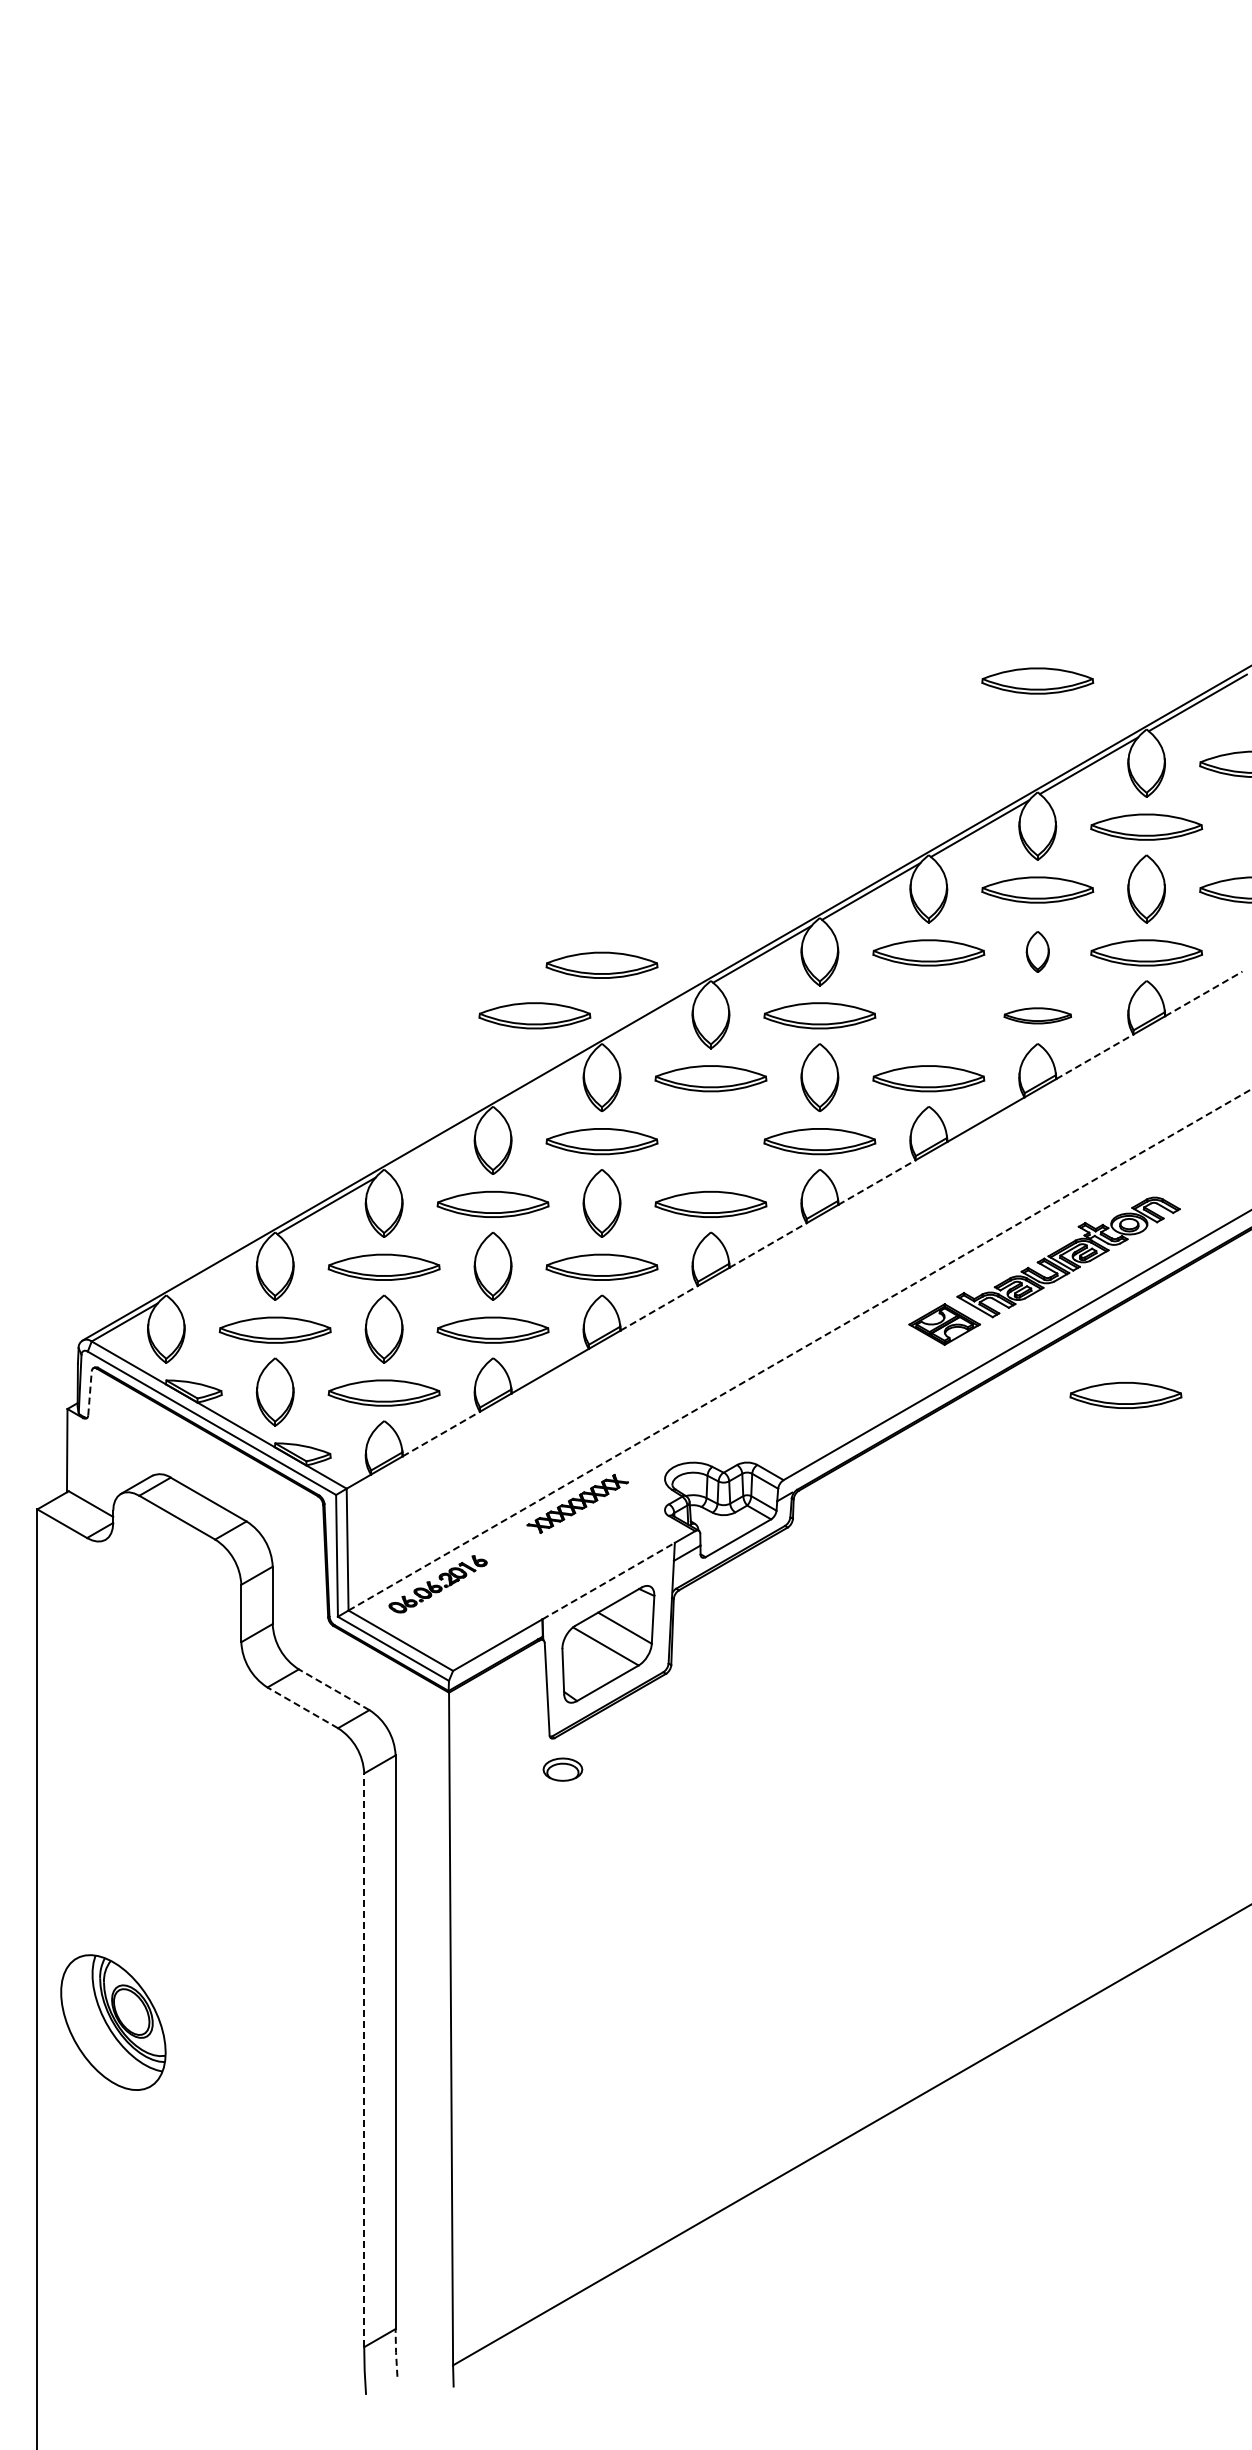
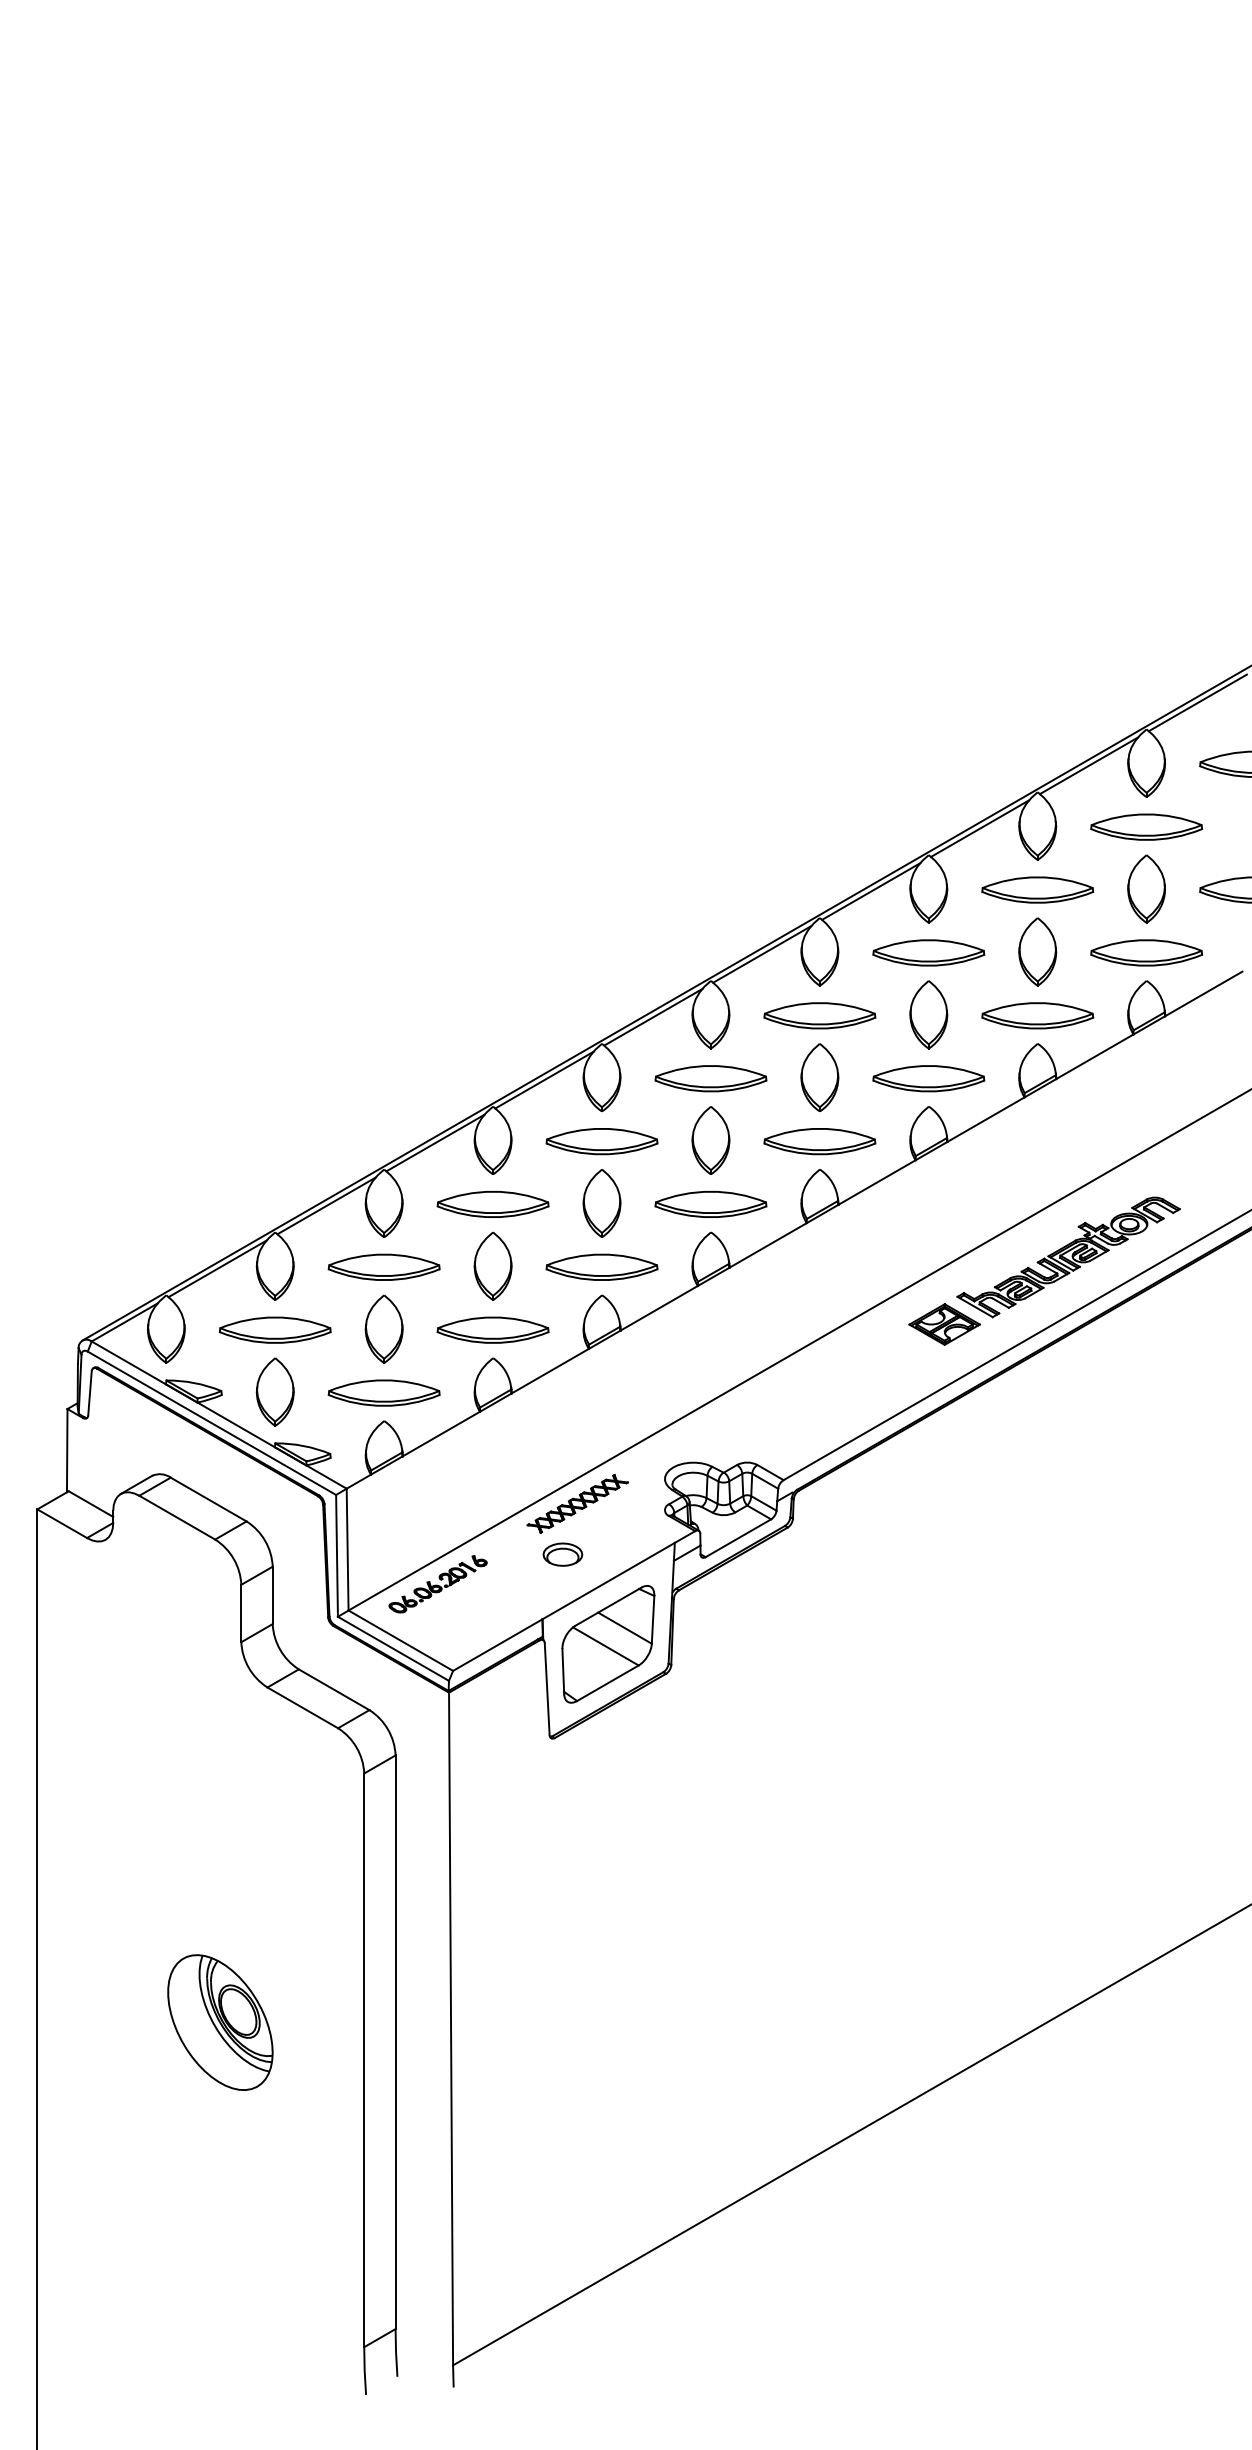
part at (1037, 680): present -> none
part at (1037, 951) size: 25x42 px -> 40x70 px
part at (601, 964): present -> none
line at (1203, 993): dashed -> solid
part at (928, 1014): none -> present
part at (534, 1015): present -> none
part at (1037, 1015) size: 70x18 px -> 114x28 px
line at (653, 1017): none -> present
line at (1094, 1056): dashed -> solid
line at (544, 1079): none -> present
part at (710, 1140): none -> present
line at (435, 1142): none -> present
line at (877, 1182): dashed -> solid
line at (768, 1245): dashed -> solid
line at (217, 1268): none -> present
line at (659, 1308): dashed -> solid
line at (800, 1349): dashed -> solid
line at (90, 1392): dashed -> solid
part at (1125, 1395): present -> none
line at (441, 1434): dashed -> solid
line at (609, 1580): dashed -> solid
line at (334, 1689): dashed -> solid
line at (302, 1707): dashed -> solid
part at (562, 1769) position: (562, 1769) -> (562, 1554)
part at (113, 2022) position: (113, 2022) -> (220, 2022)
line at (364, 2060): dashed -> solid
line at (396, 2352): dashed -> solid
